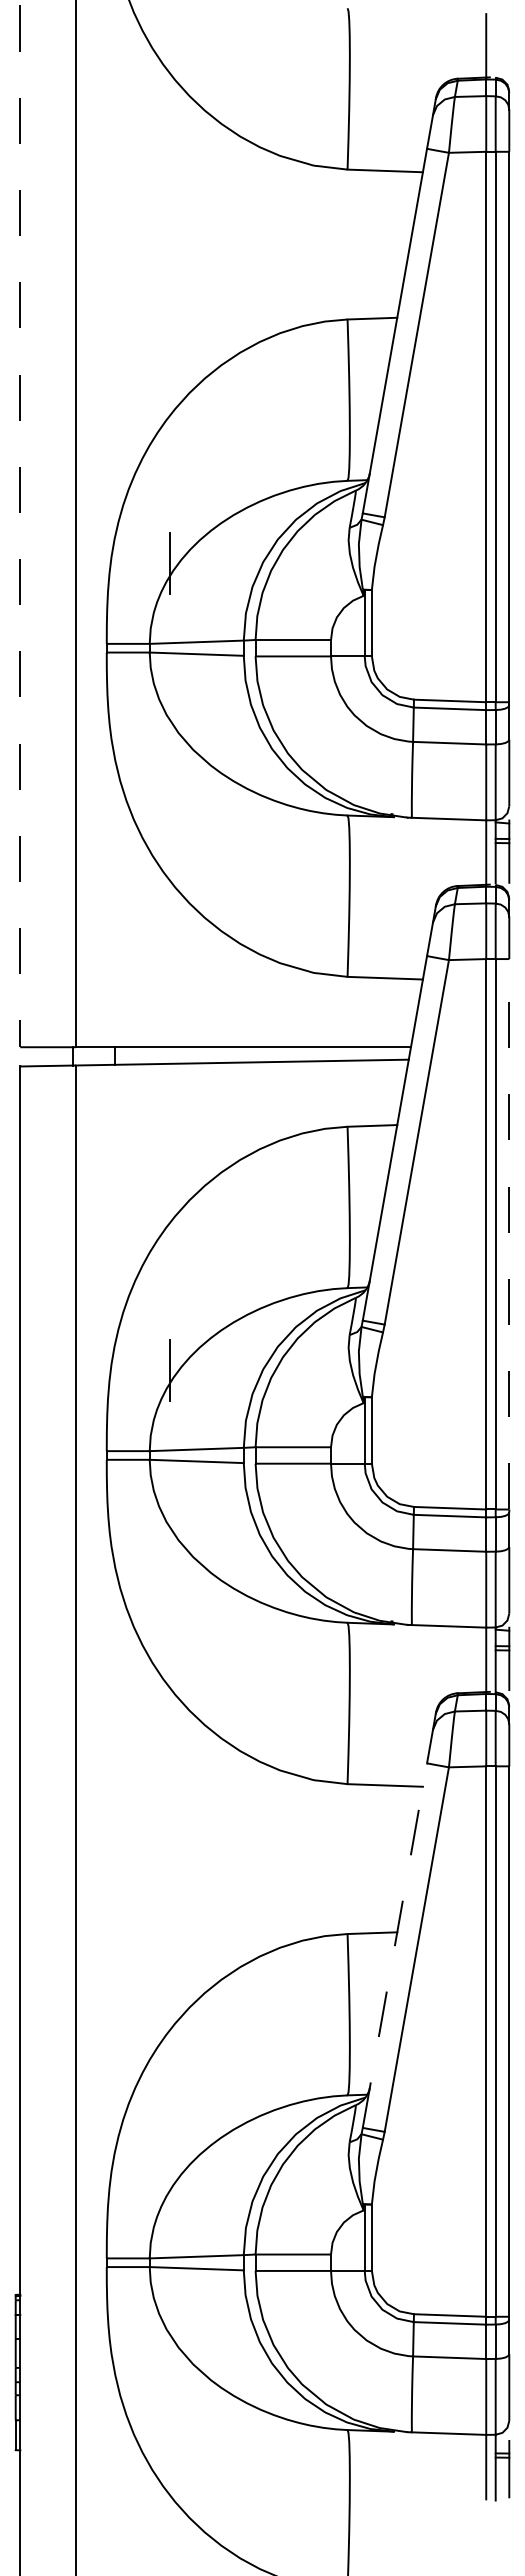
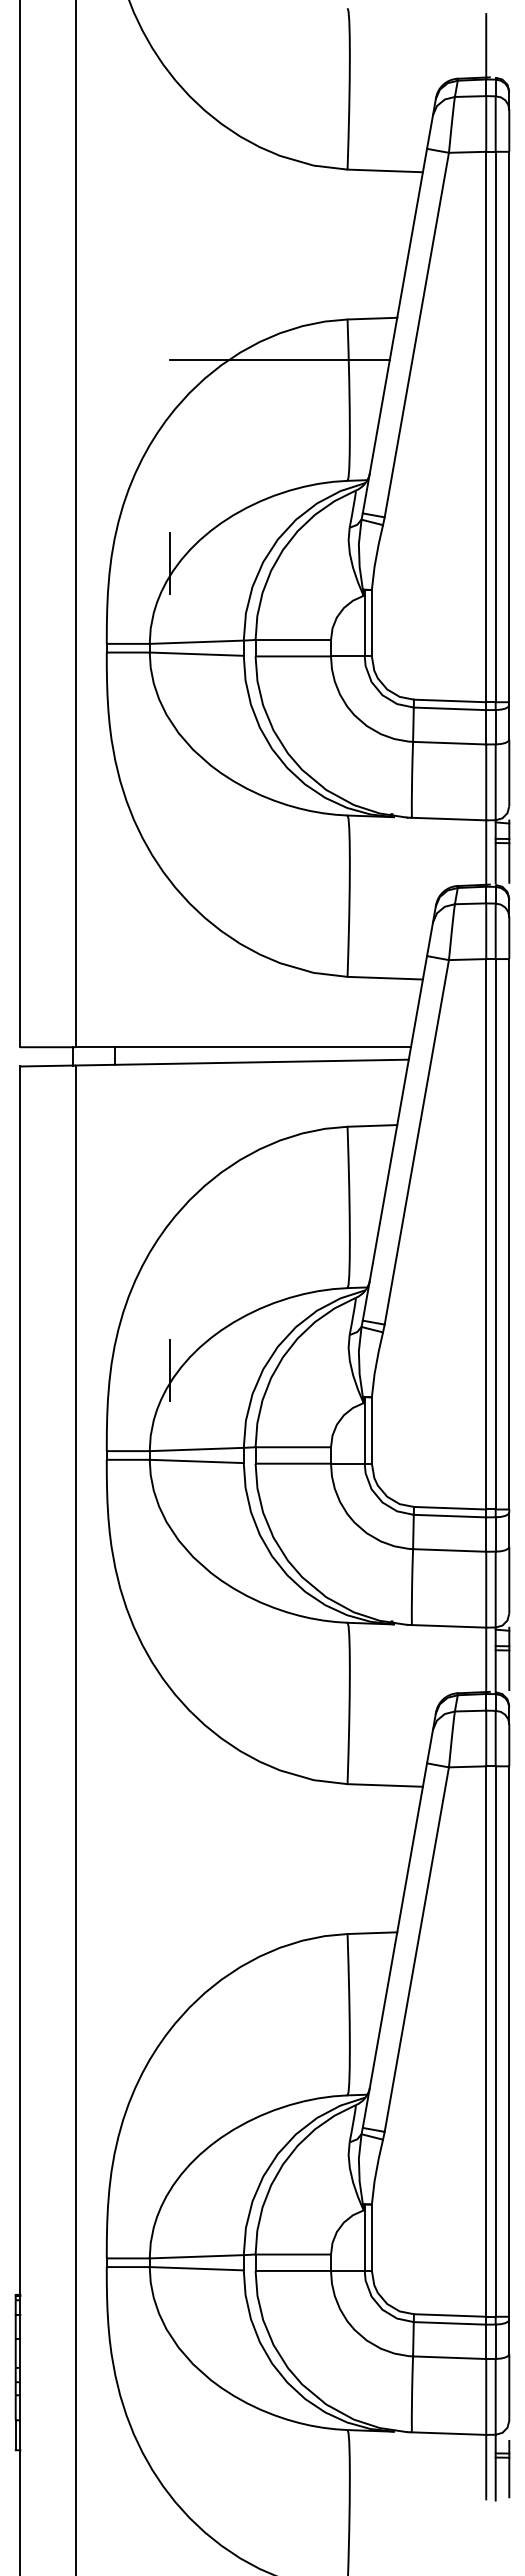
line at (279, 359): none -> present
line at (20, 523): dashed -> solid
line at (509, 1233): dashed -> solid
line at (395, 1945): dashed -> solid
